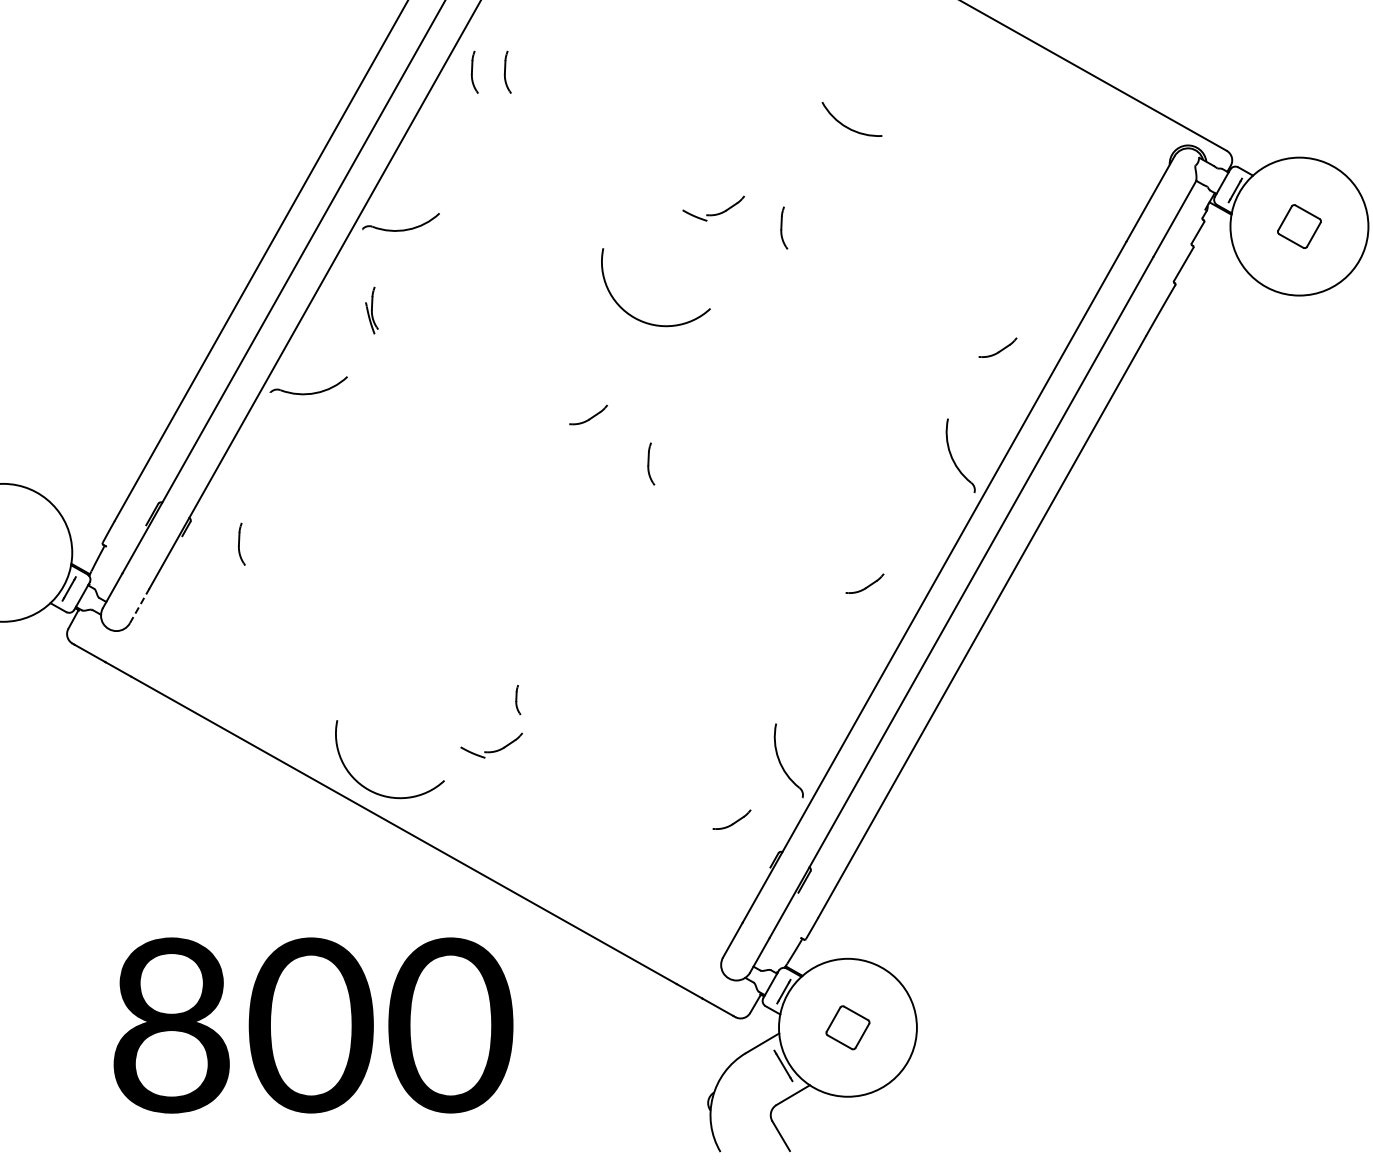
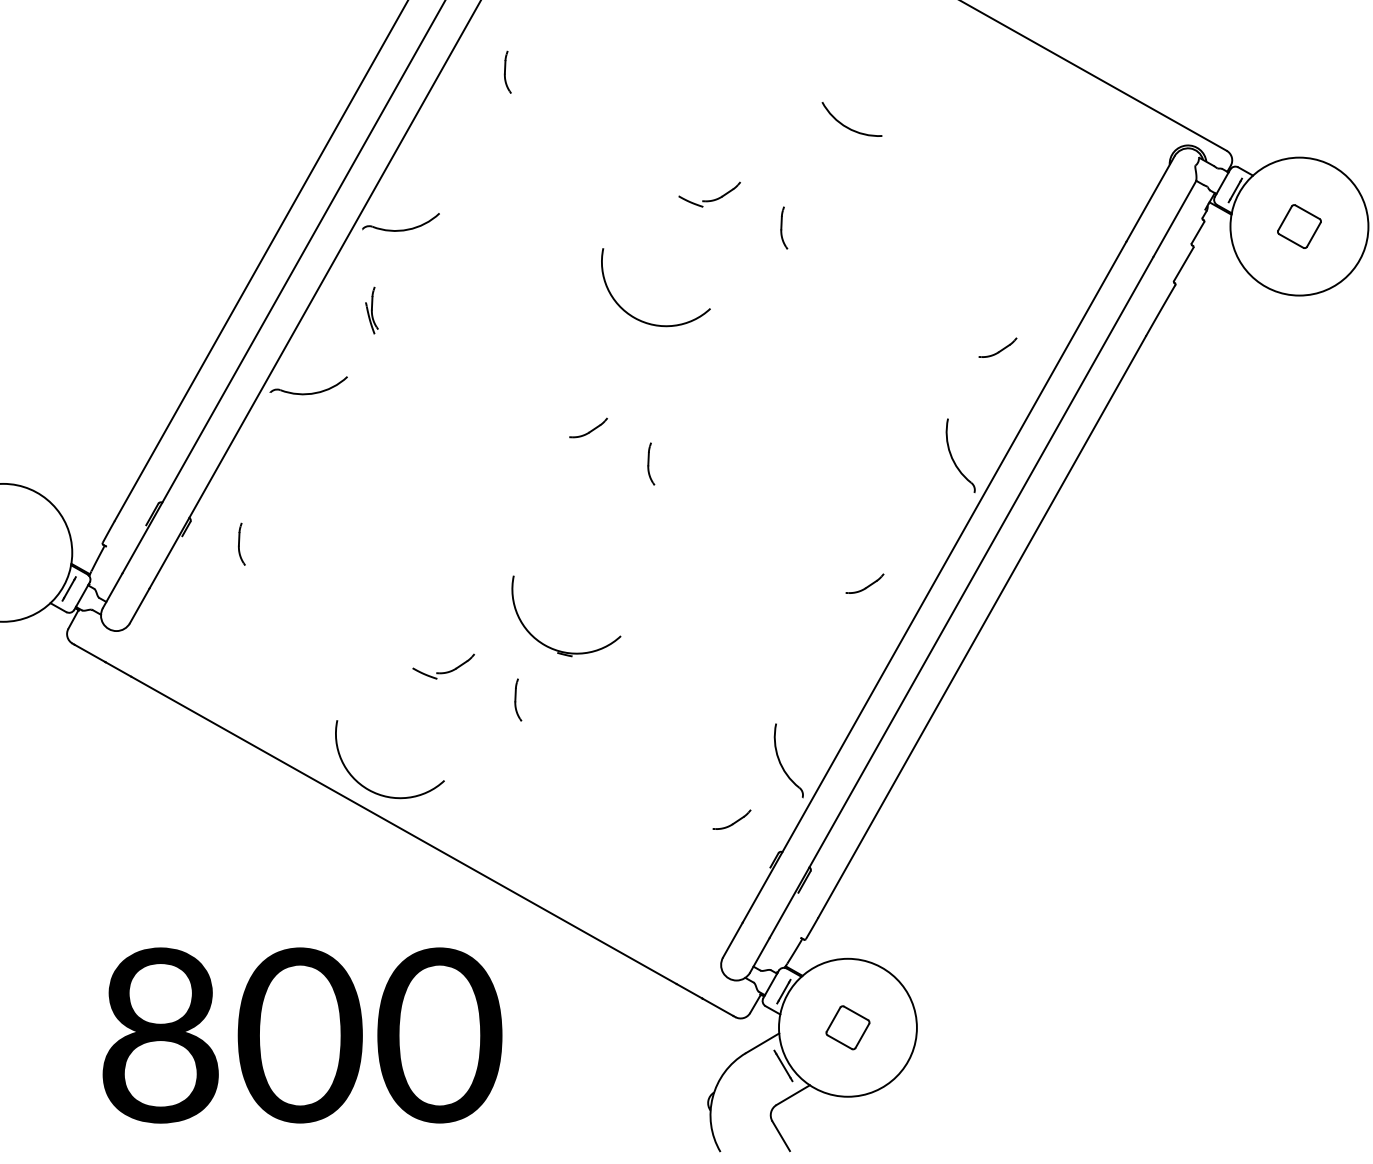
part at (474, 71): present -> none
part at (713, 208) position: (713, 208) -> (709, 194)
part at (588, 414) position: (588, 414) -> (588, 427)
line at (139, 605): dashed -> solid
part at (552, 647): none -> present
part at (518, 700) size: 7x31 px -> 9x44 px
part at (491, 745) position: (491, 745) -> (443, 666)
text at (313, 1025) position: (313, 1025) -> (302, 1035)
